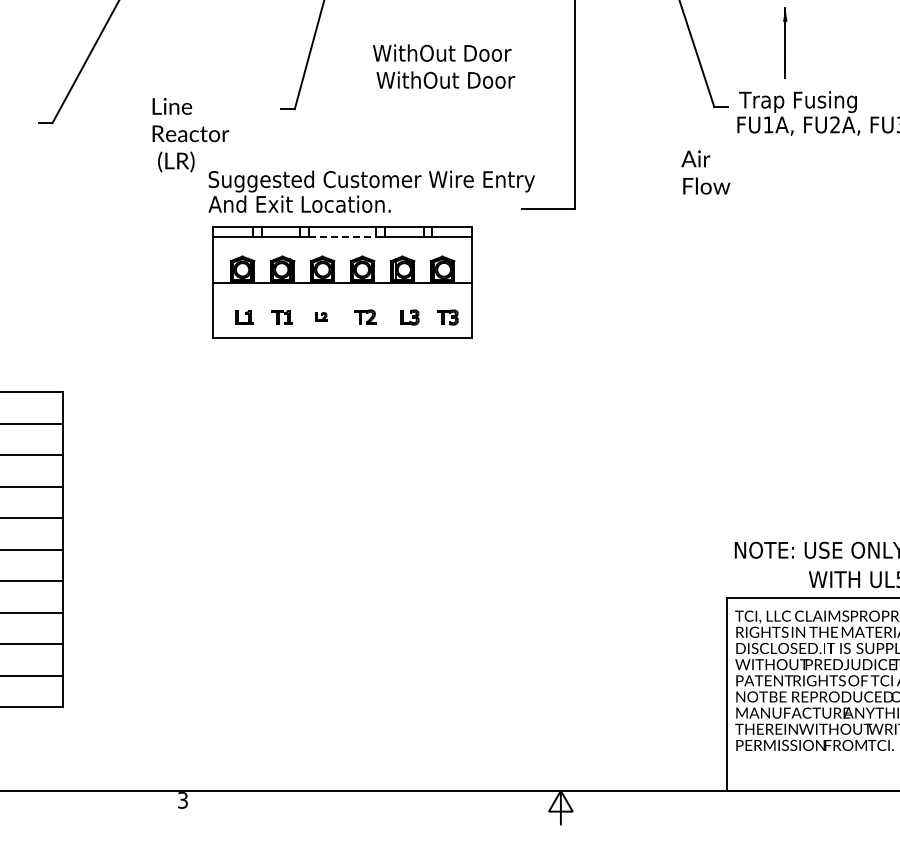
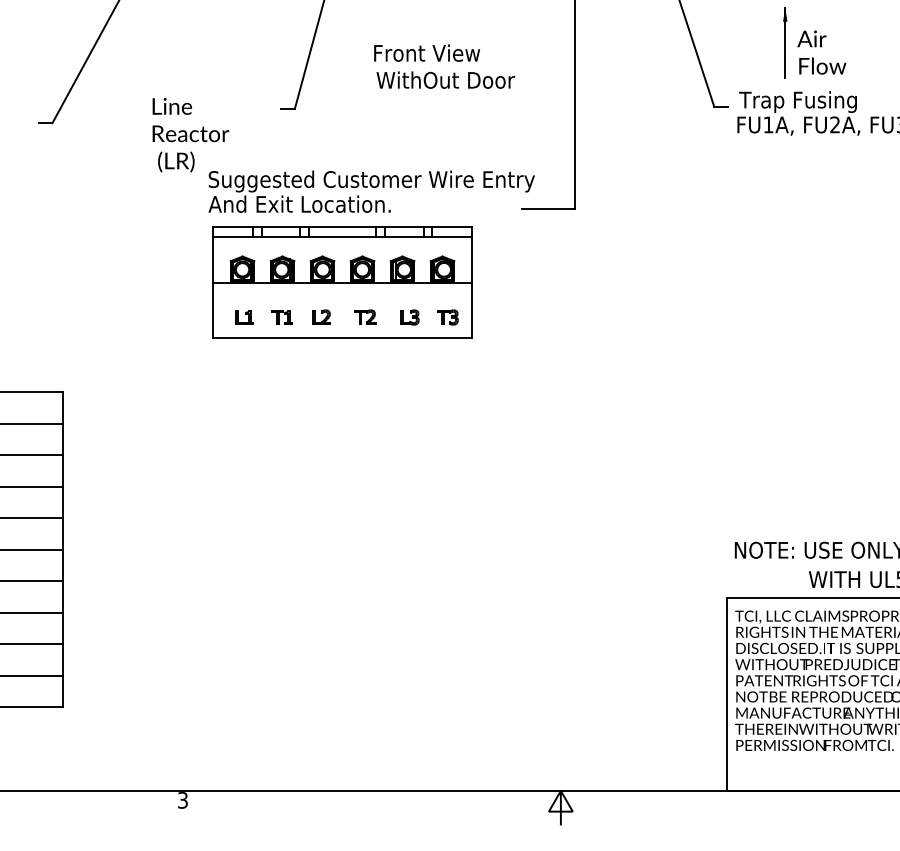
text at (442, 52): WithOut Door -> Front View
text at (705, 172) position: (705, 172) -> (821, 52)
line at (342, 236): dashed -> solid
part at (321, 316) size: 13x10 px -> 19x16 px
